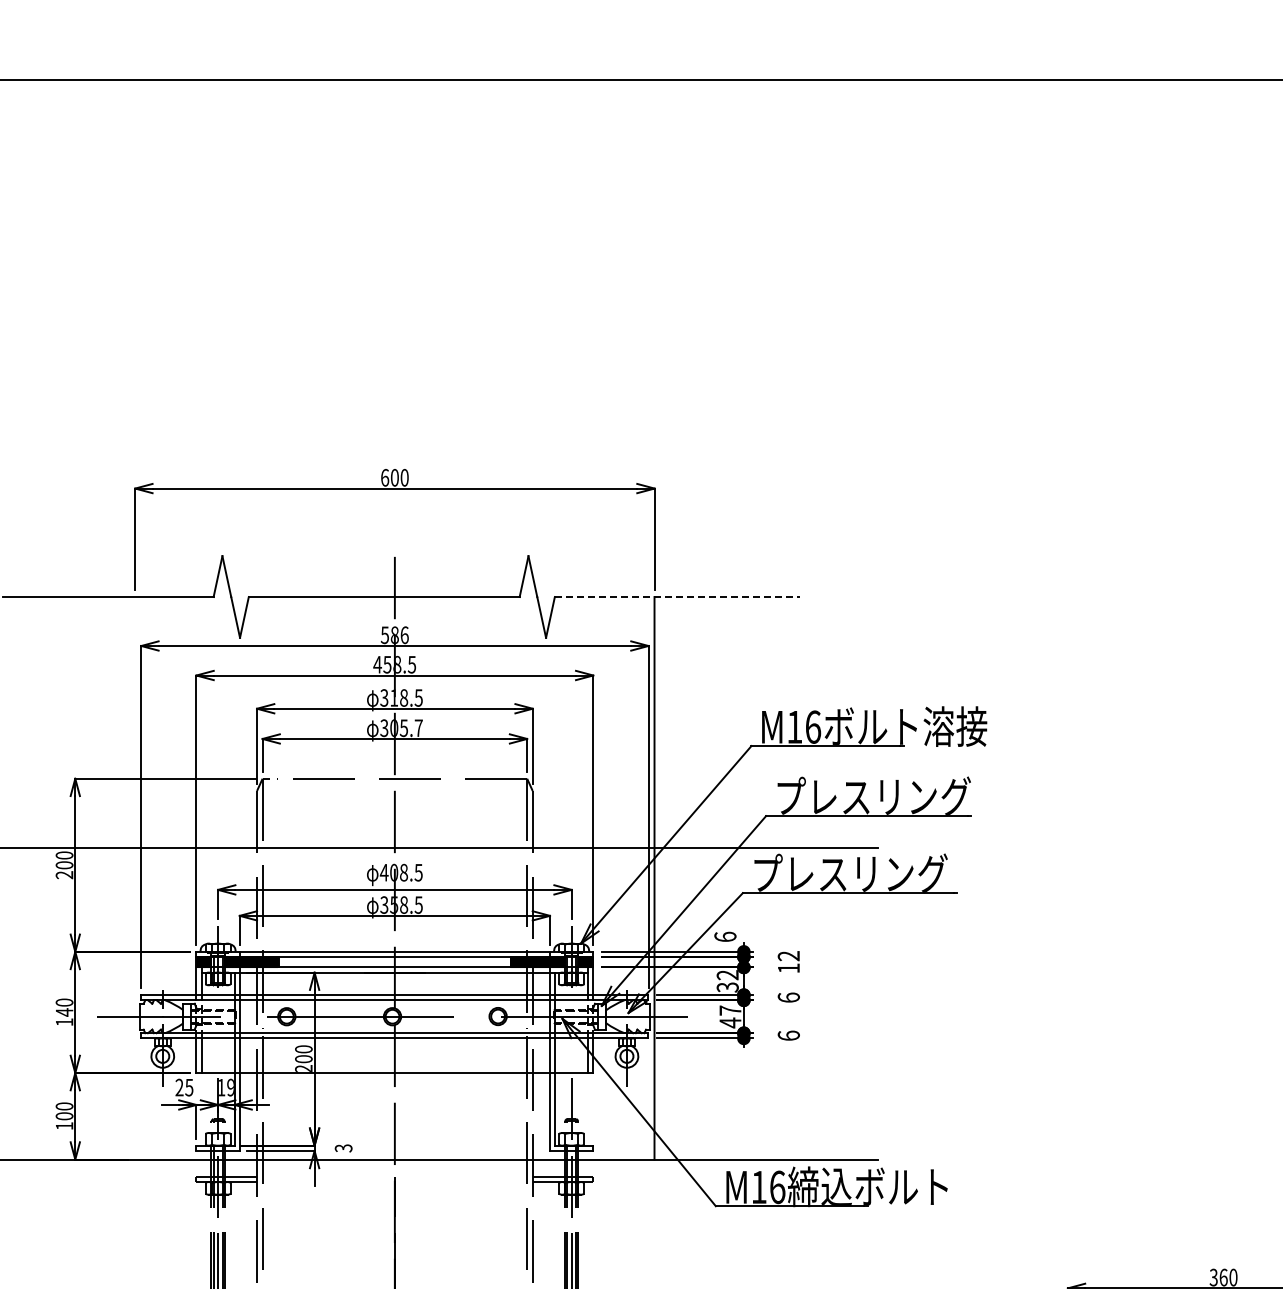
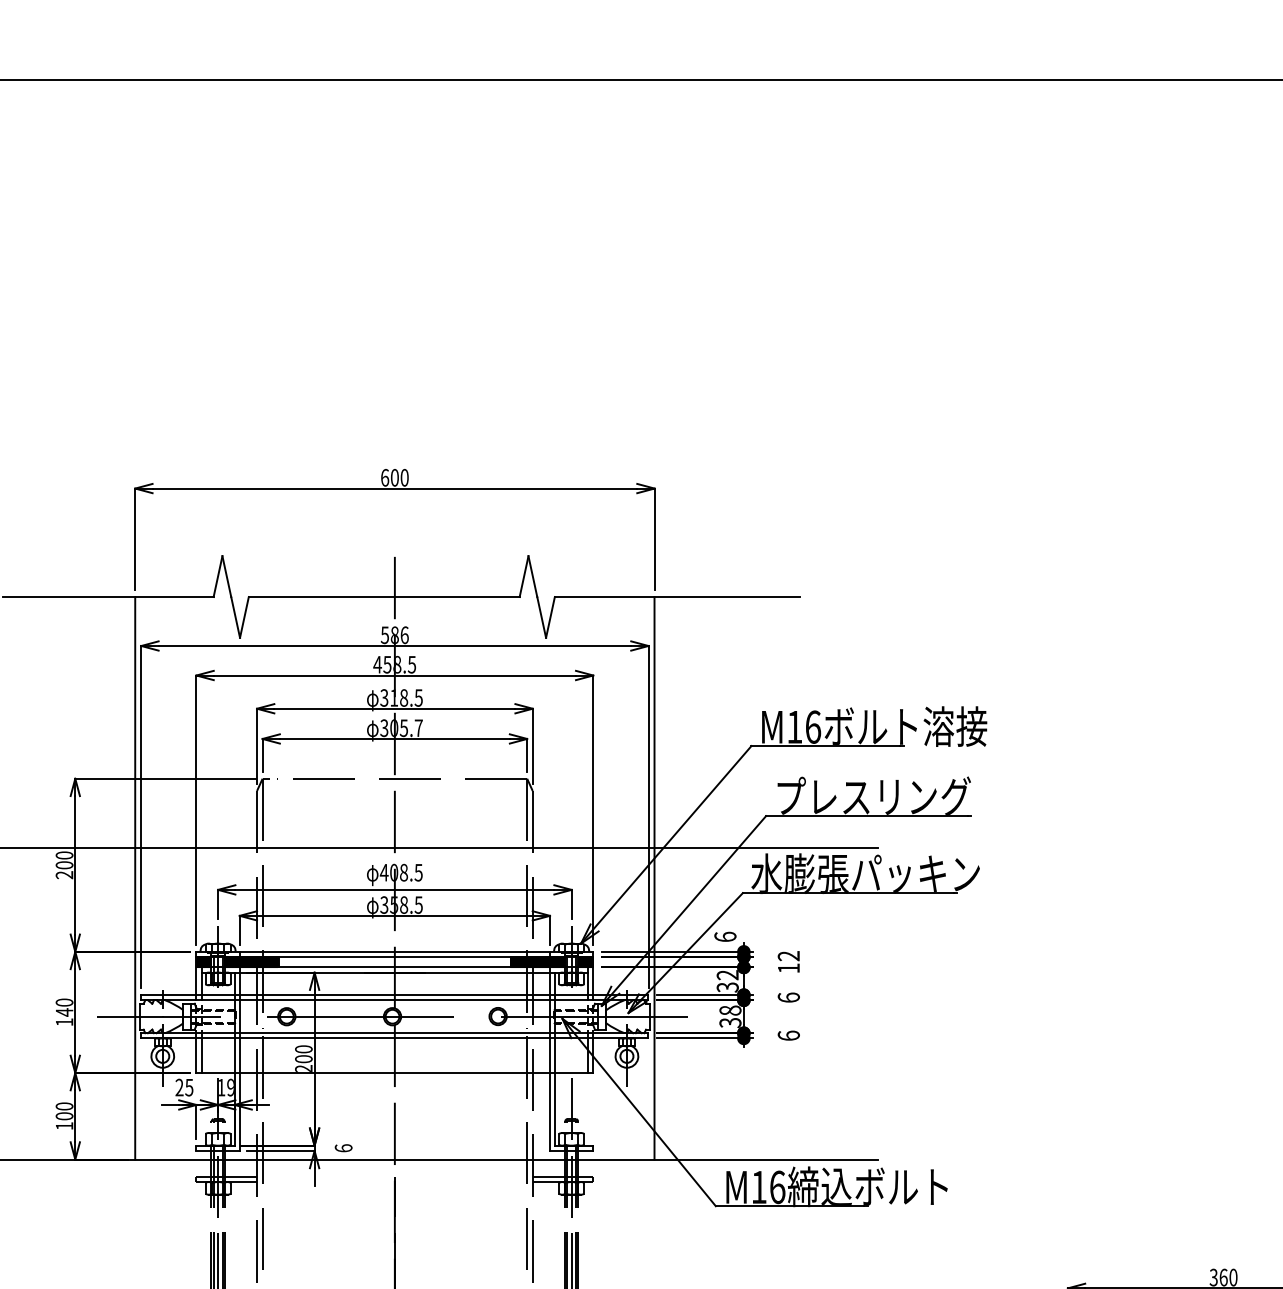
line at (677, 597): dashed -> solid
text at (865, 872): プレスリング -> 水膨張パッキン
line at (135, 878): none -> present
text at (730, 1016): 47 -> 38
text at (343, 1148): 3 -> 6
